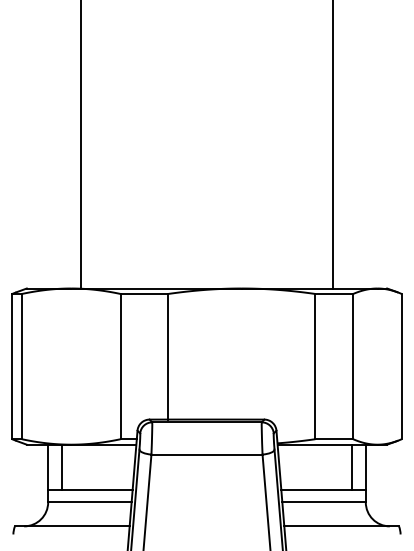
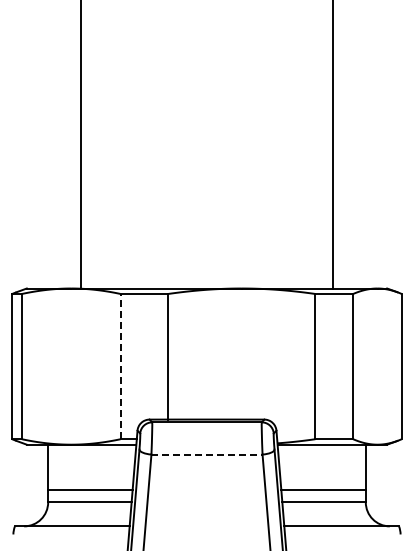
line at (120, 366): solid -> dashed
line at (207, 454): solid -> dashed
line at (62, 467): present -> none
line at (351, 467): present -> none
